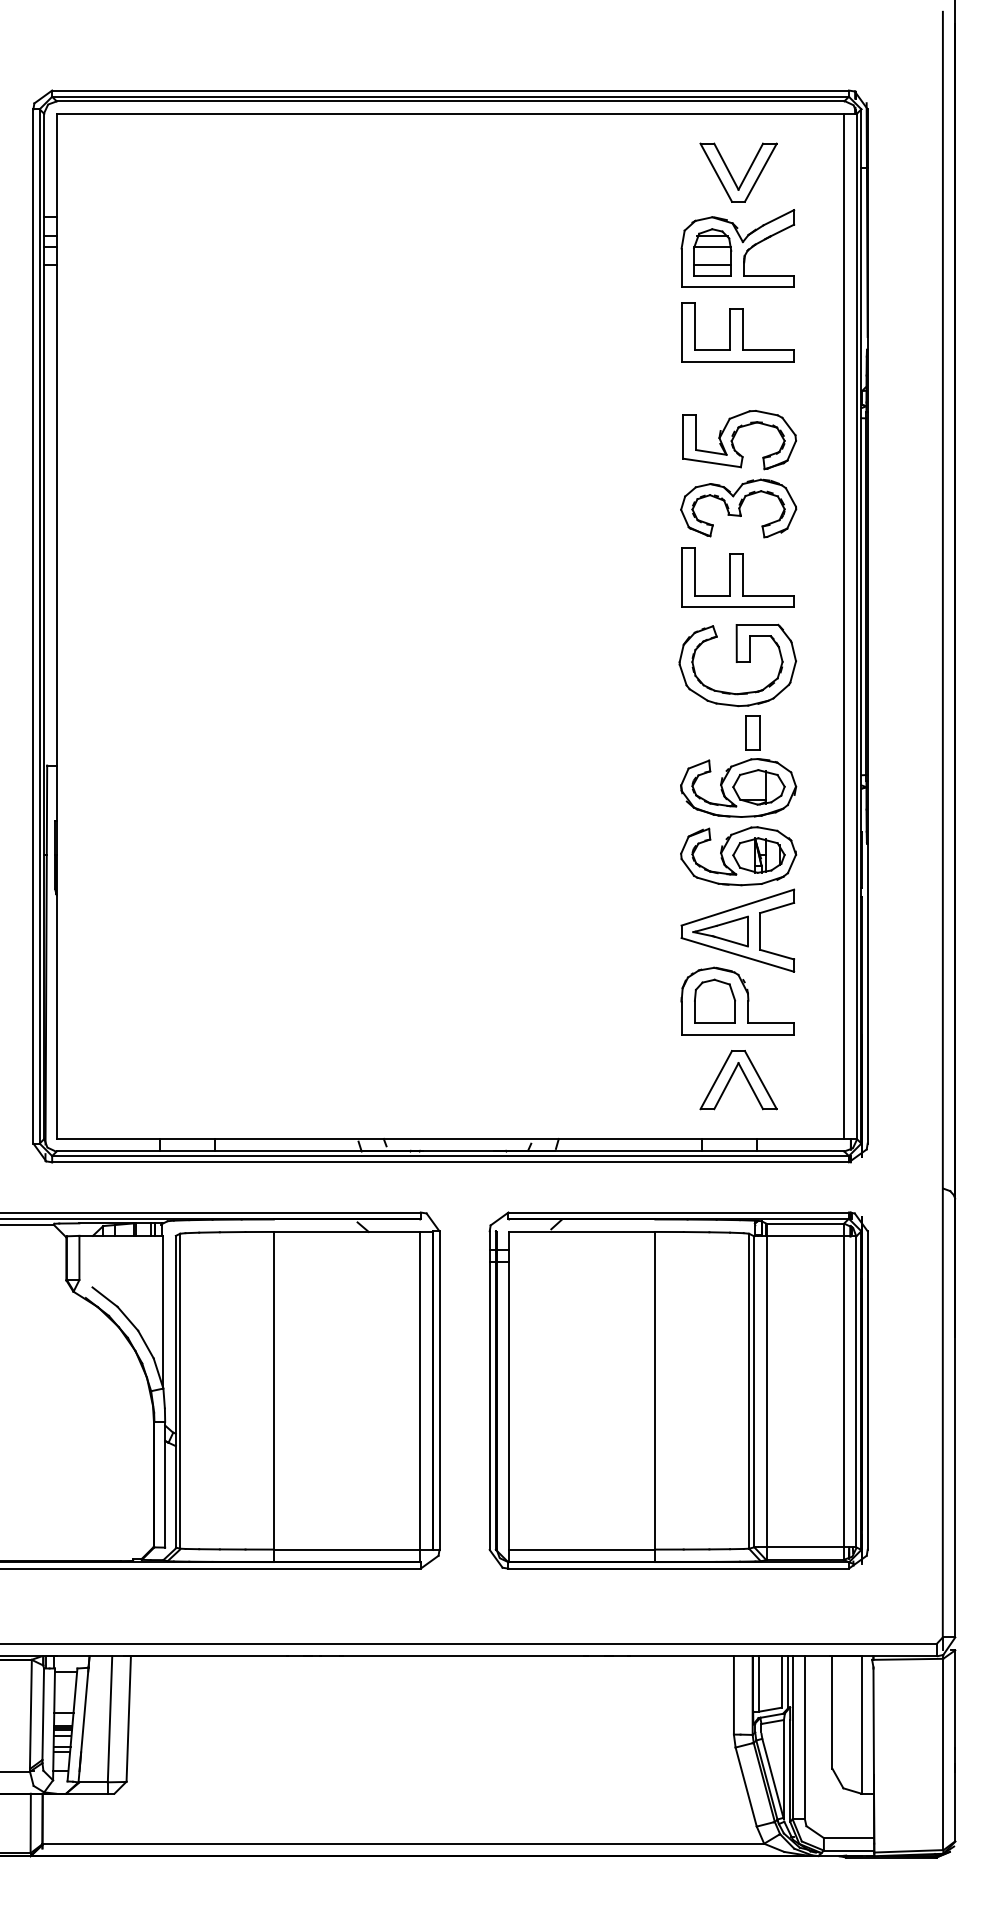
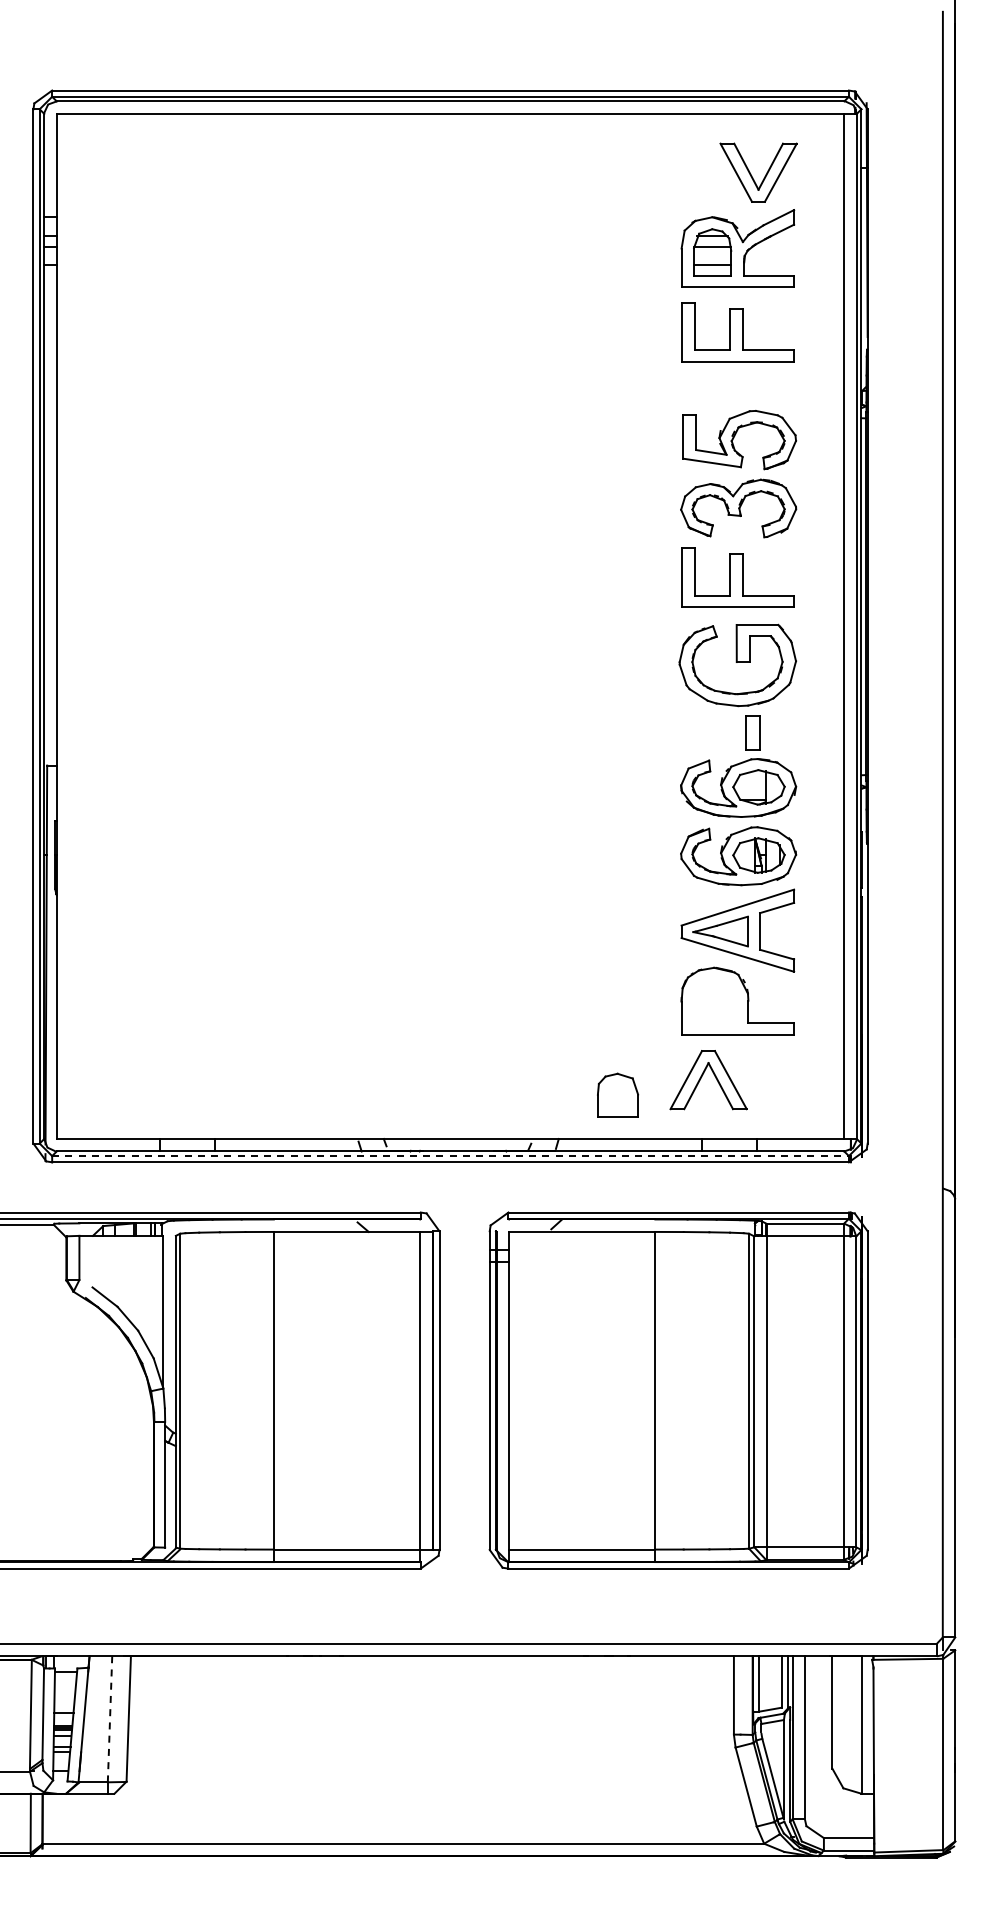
part at (732, 175) position: (732, 175) -> (752, 175)
part at (714, 1000) position: (714, 1000) -> (617, 1094)
part at (733, 1075) position: (733, 1075) -> (703, 1075)
line at (451, 1156): solid -> dashed
line at (110, 1719): solid -> dashed
